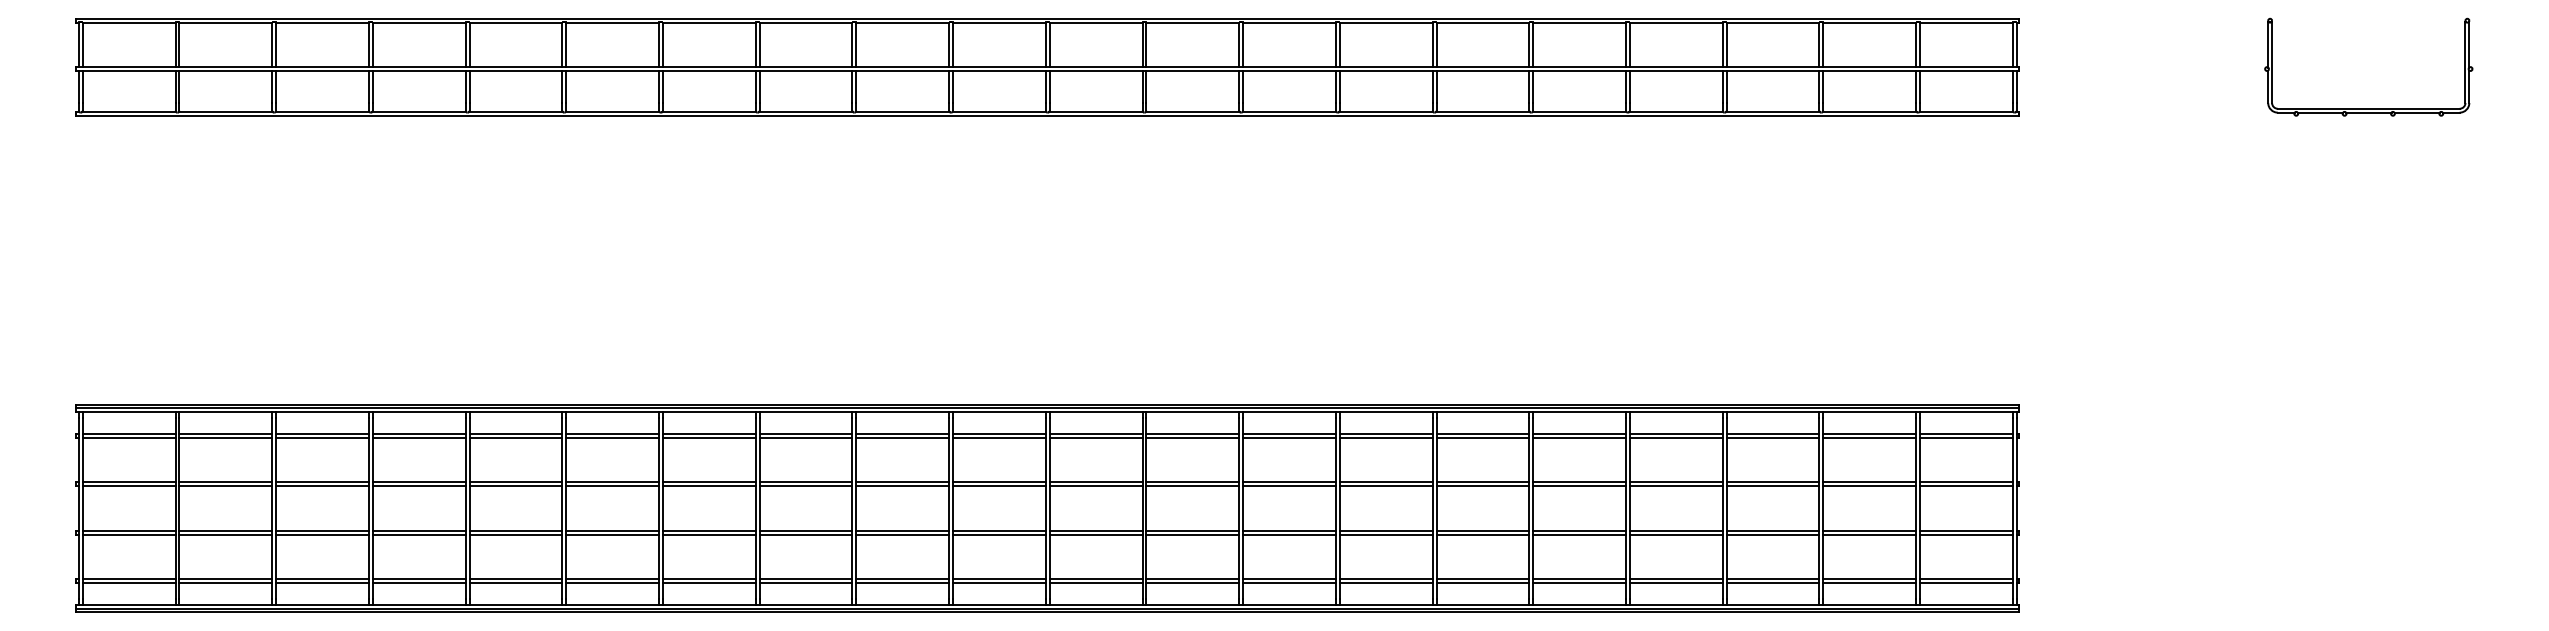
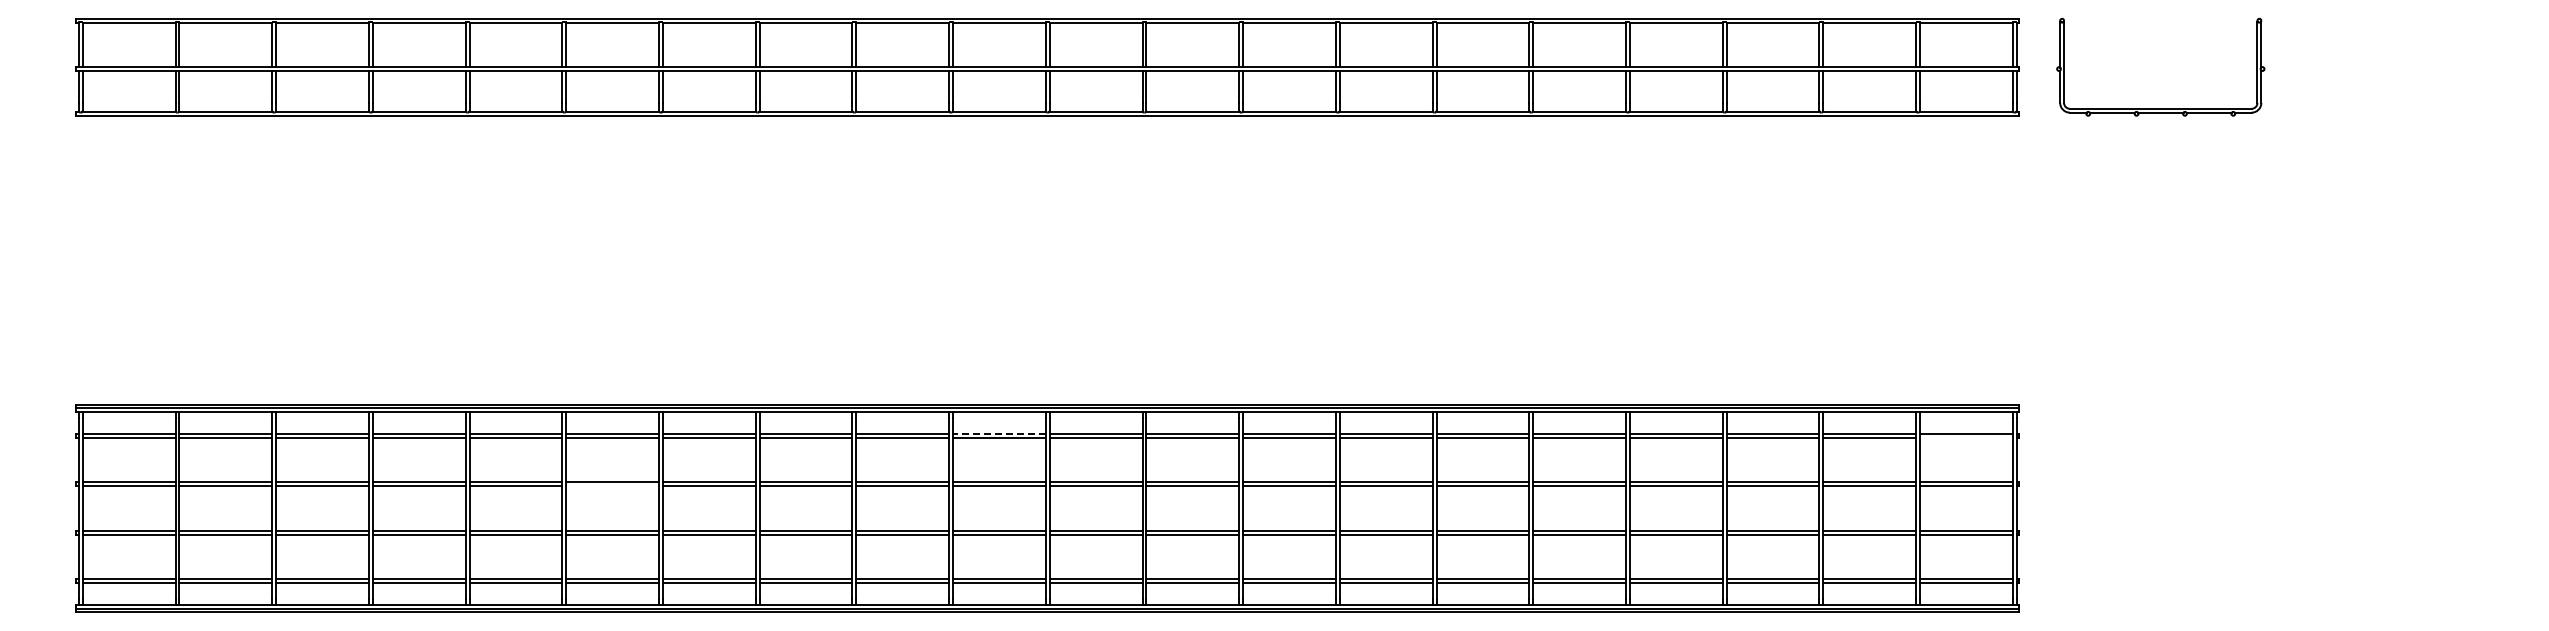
part at (2368, 108) position: (2368, 108) -> (2160, 108)
line at (998, 433): solid -> dashed
line at (1966, 437): present -> none
line at (612, 486): present -> none
